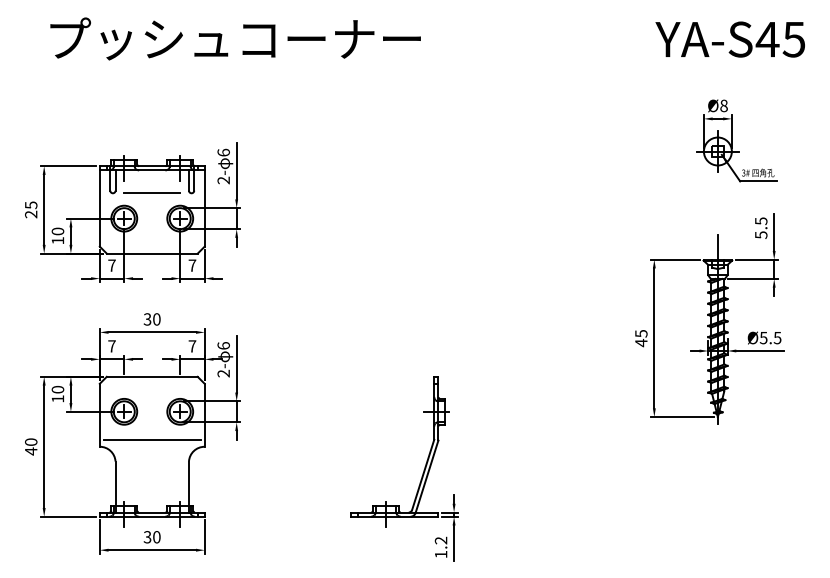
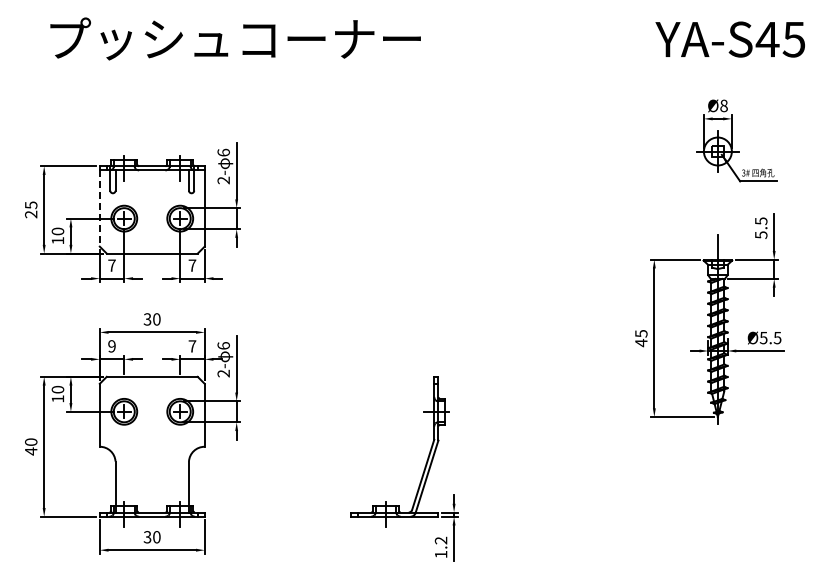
line at (152, 193): present -> none
line at (99, 209): solid -> dashed
text at (111, 346): 7 -> 9
line at (152, 439): present -> none
